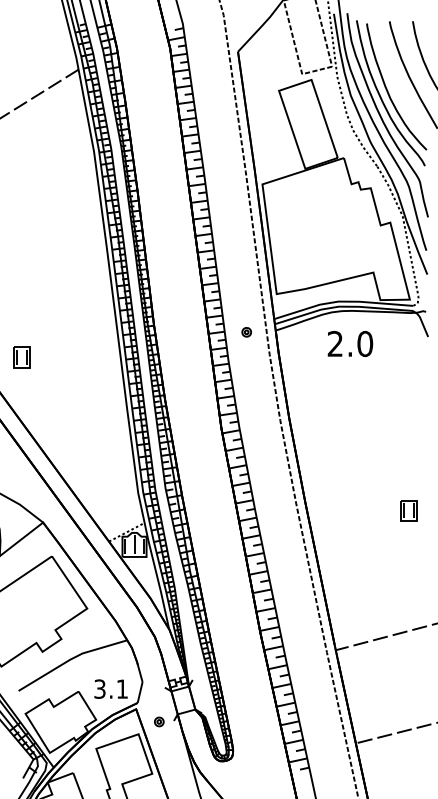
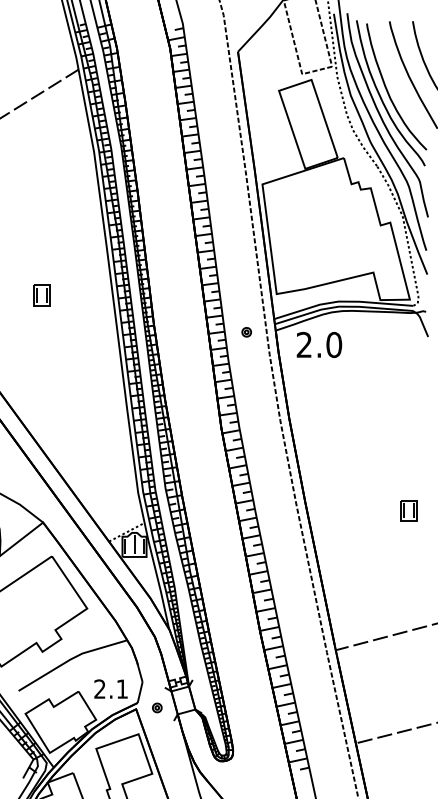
text at (350, 343) position: (350, 343) -> (319, 344)
part at (21, 357) position: (21, 357) -> (41, 295)
text at (99, 688): 3.1 -> 2.1
part at (159, 721) position: (159, 721) -> (157, 707)
